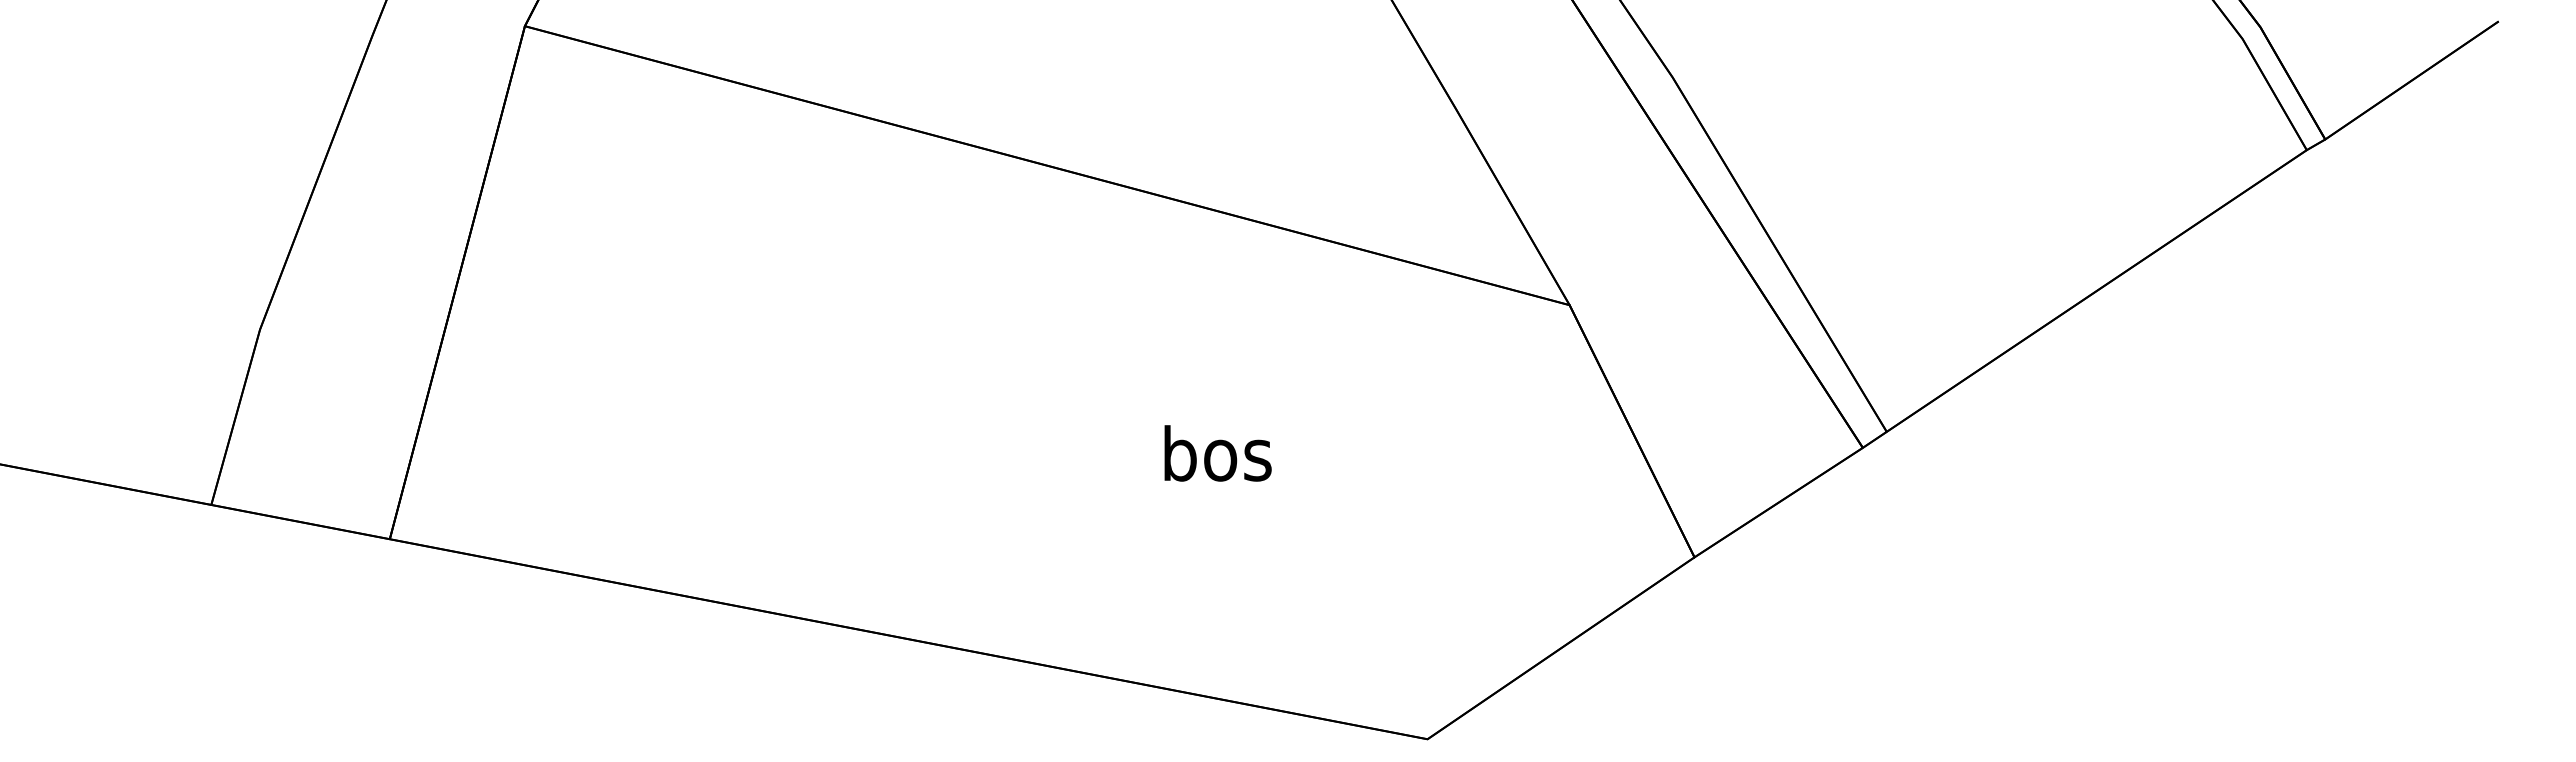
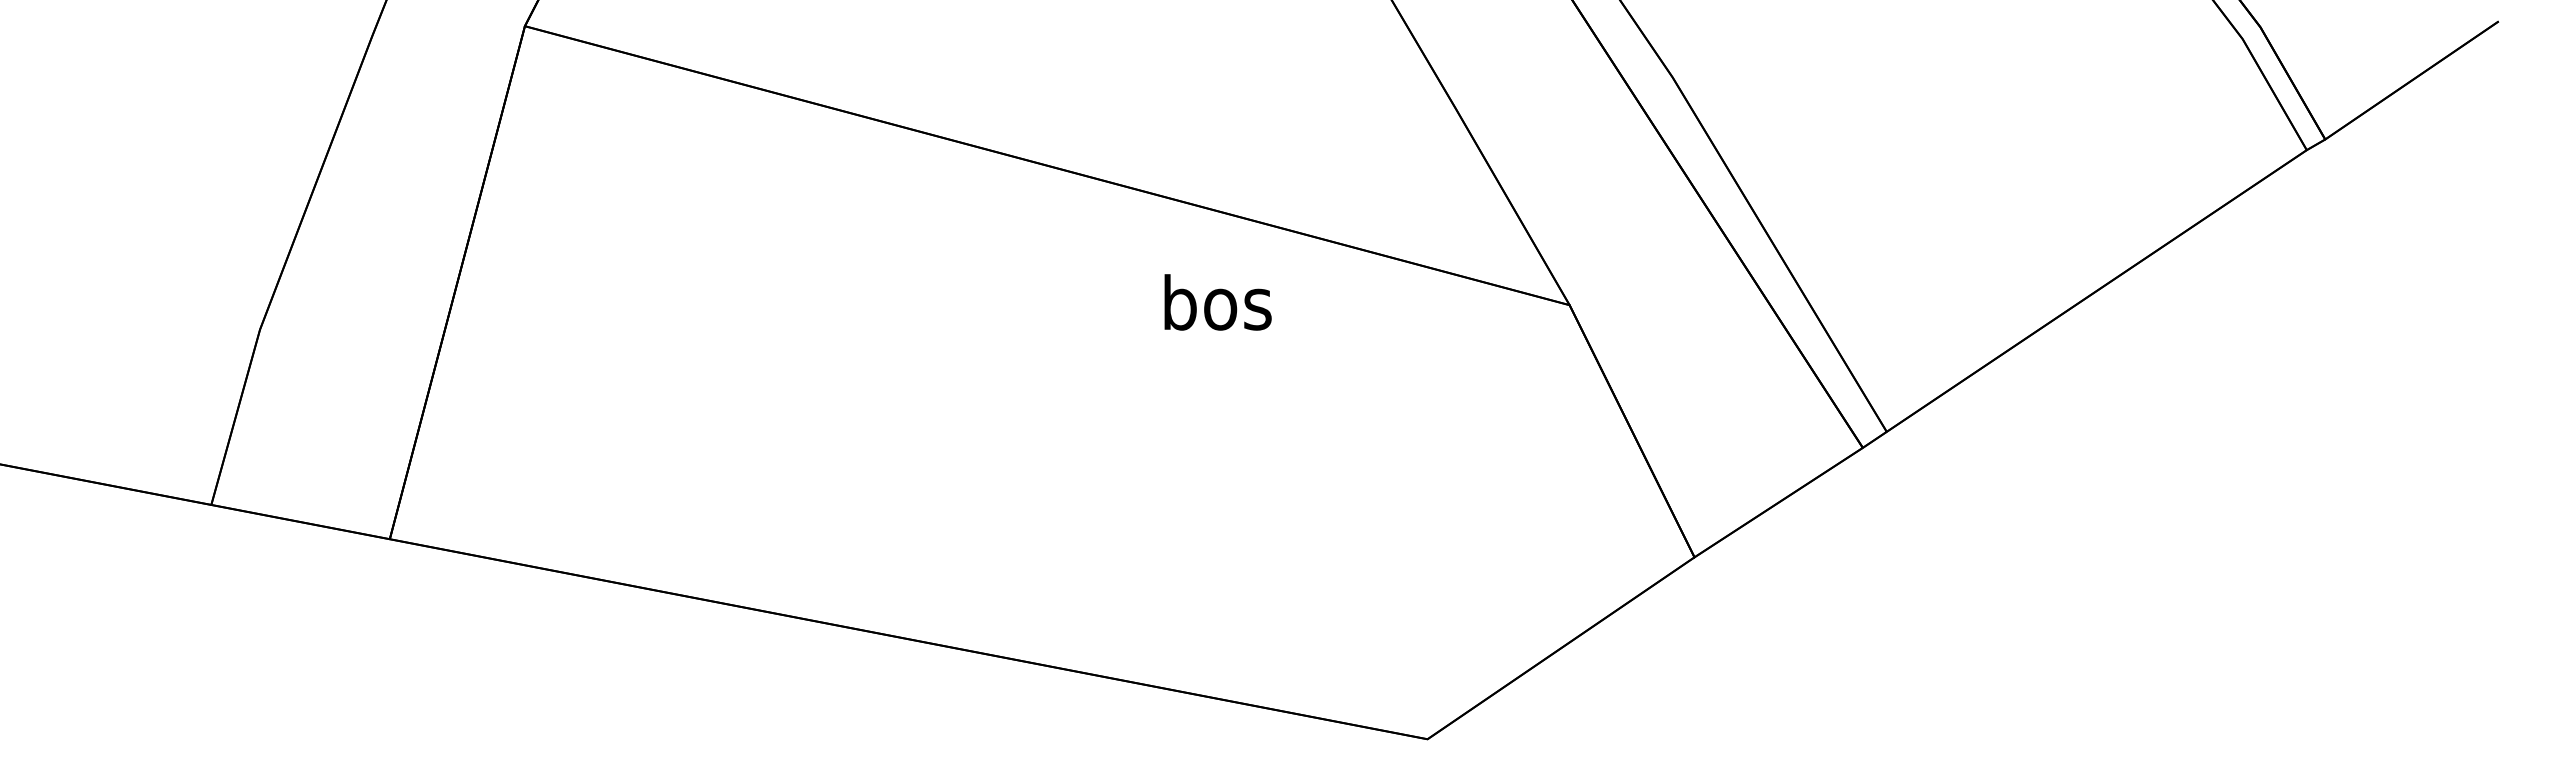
text at (1217, 453) position: (1217, 453) -> (1217, 302)
